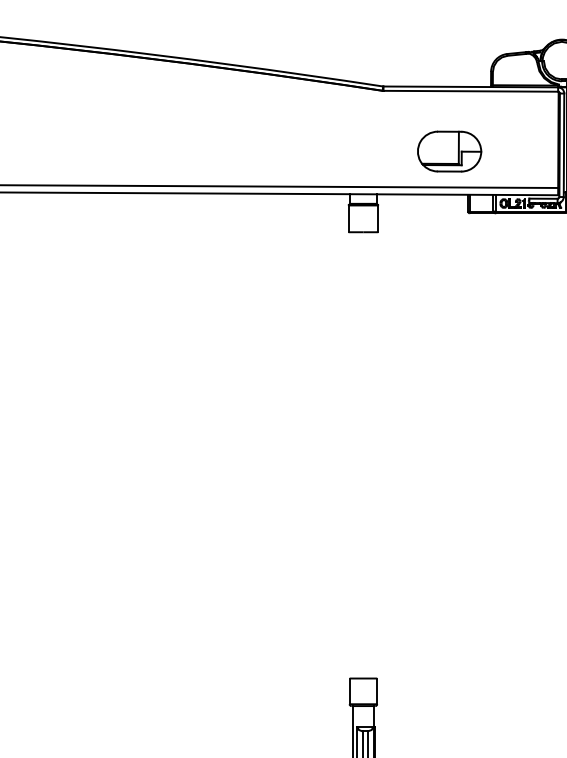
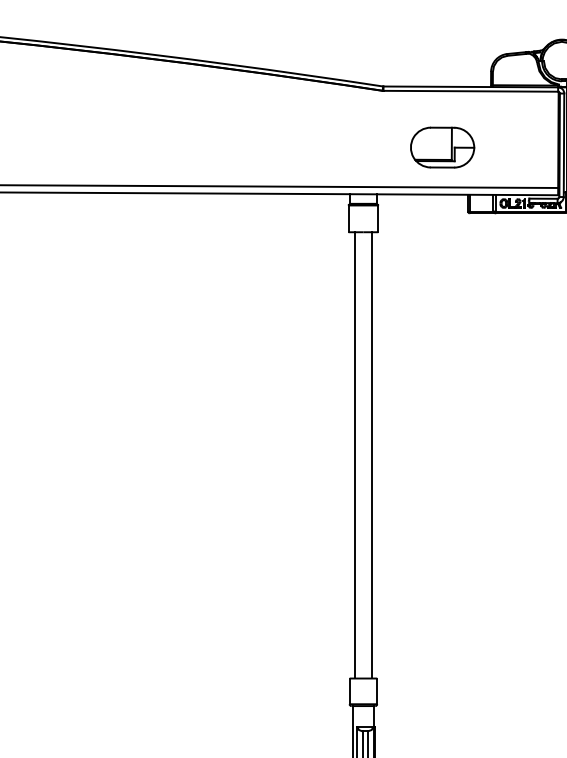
part at (449, 151) position: (449, 151) -> (442, 147)
line at (354, 455): none -> present
line at (372, 455): none -> present
